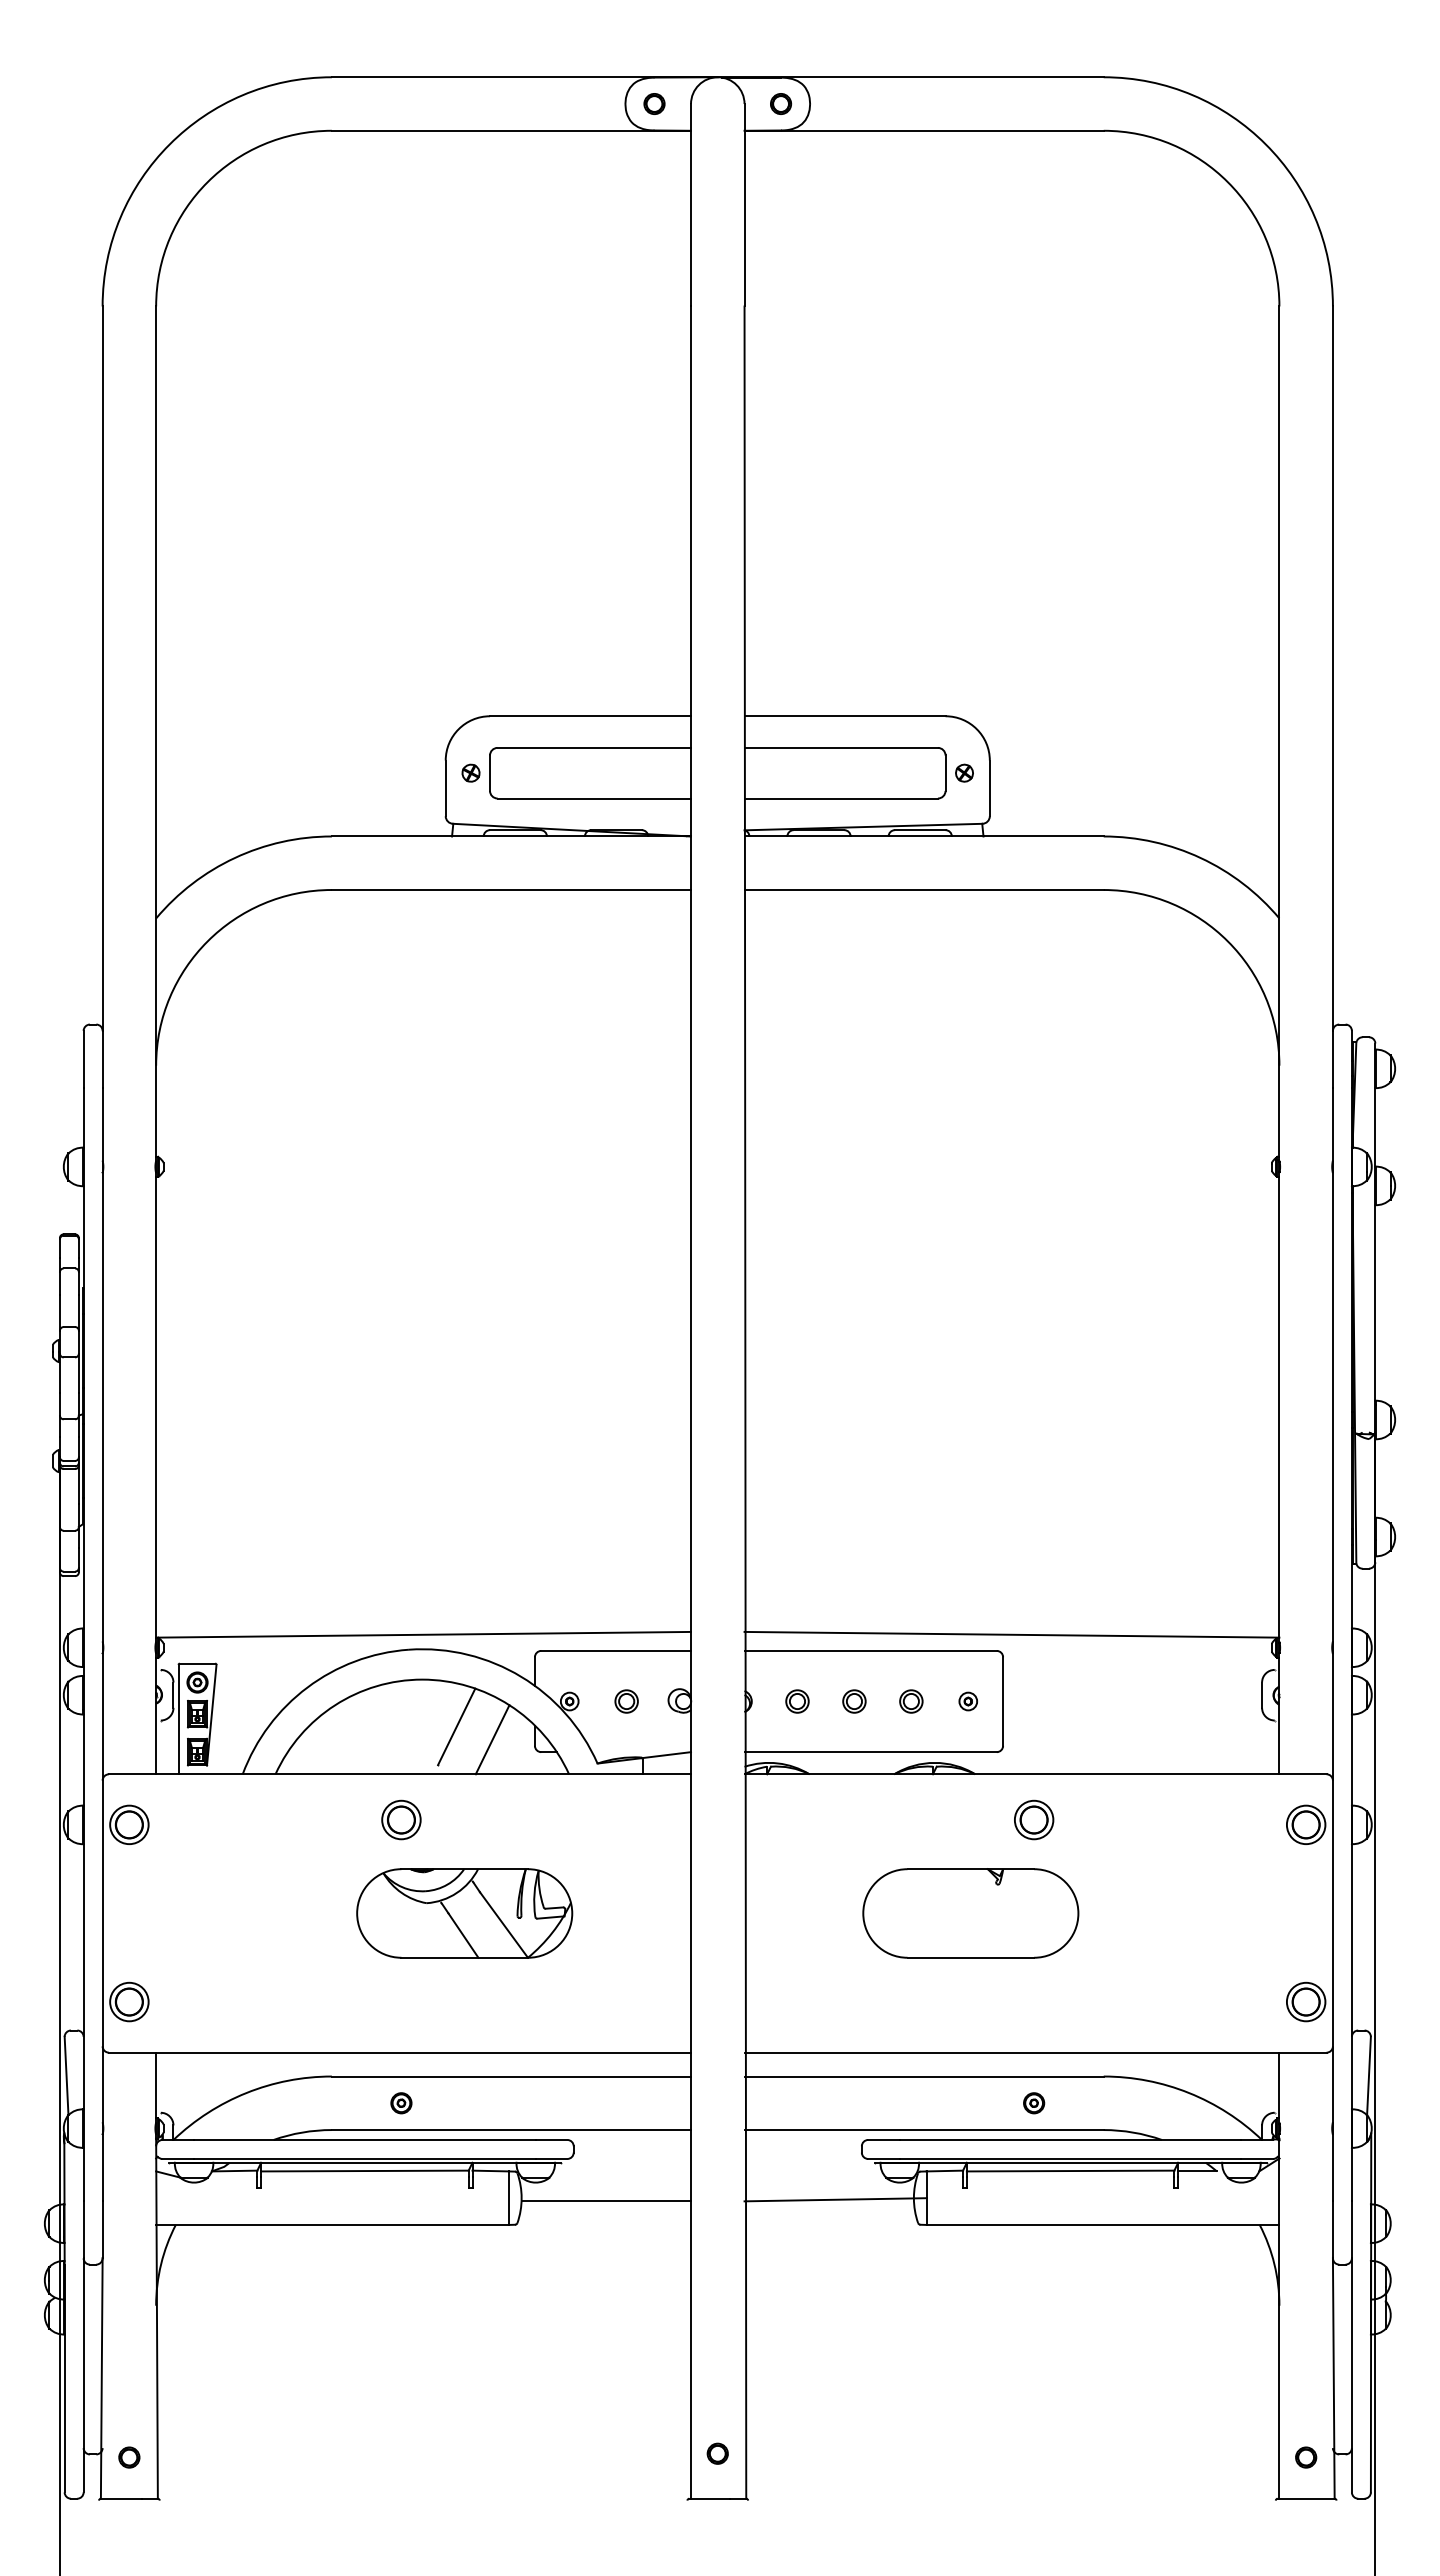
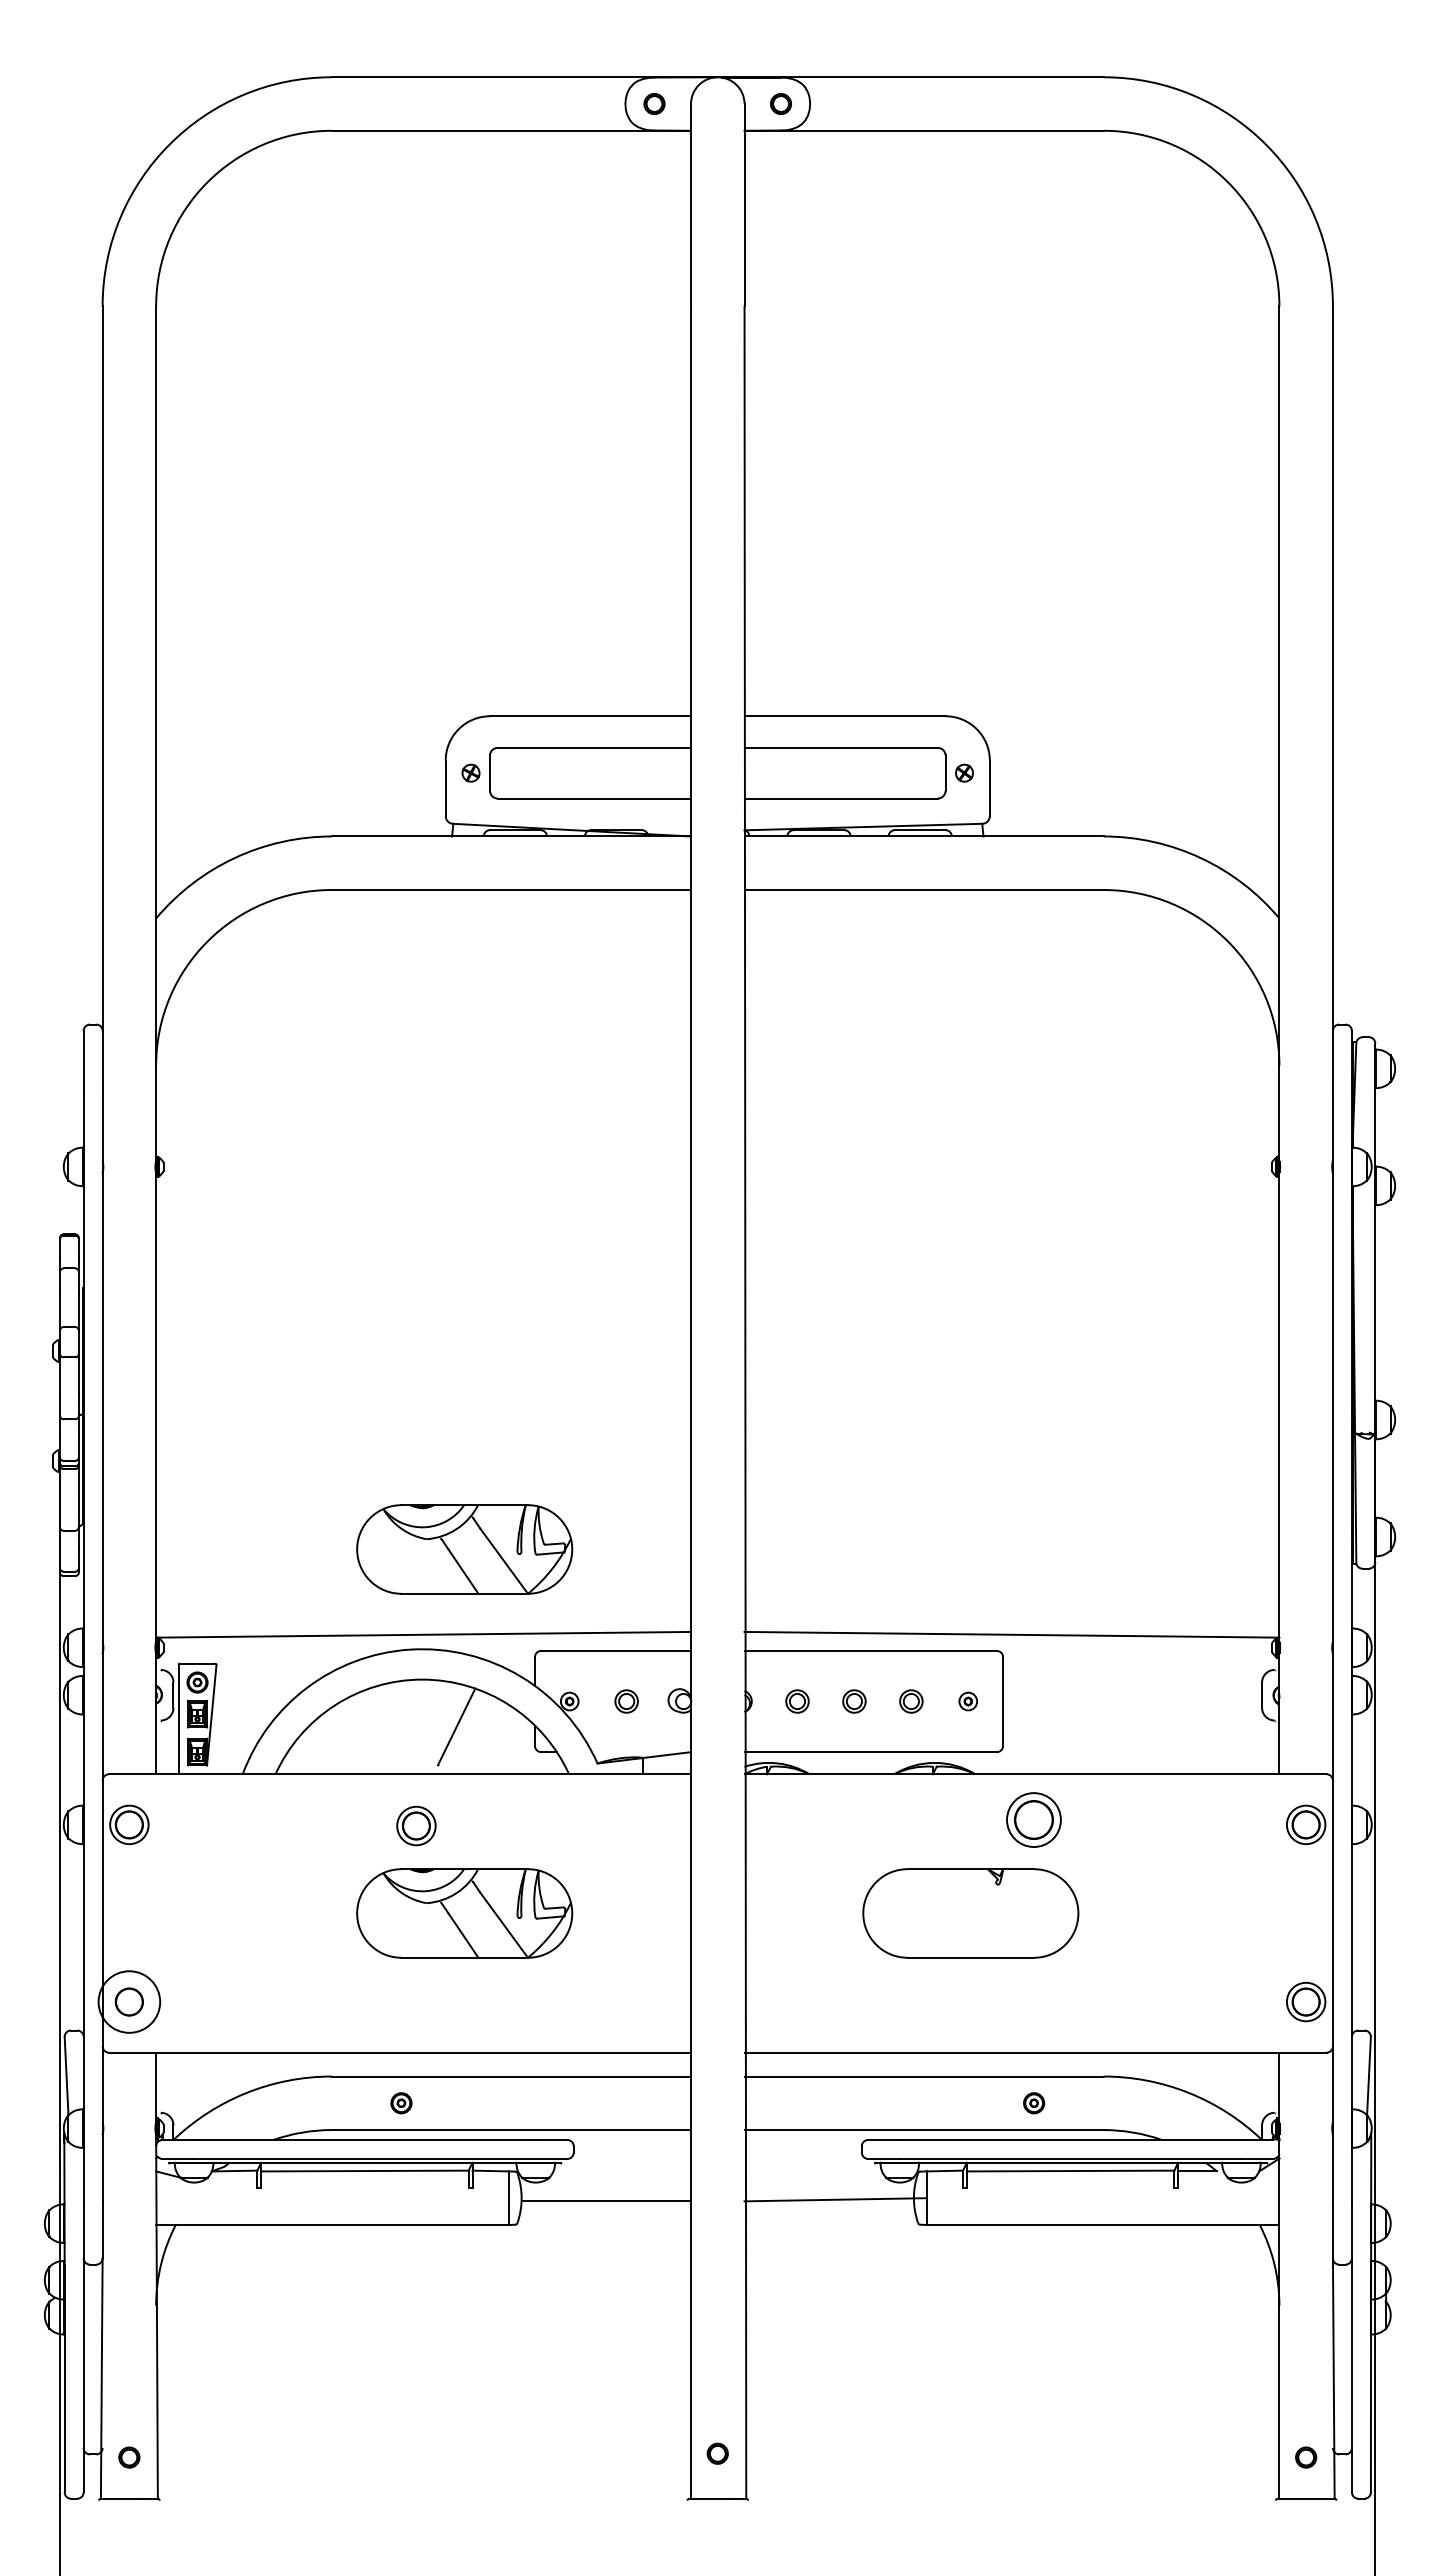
part at (464, 1549): none -> present
line at (492, 1739): present -> none
part at (401, 1819) position: (401, 1819) -> (416, 1825)
part at (1034, 1819) size: 41x42 px -> 56x56 px
circle at (129, 2001) diameter: 38 px -> 62 px
